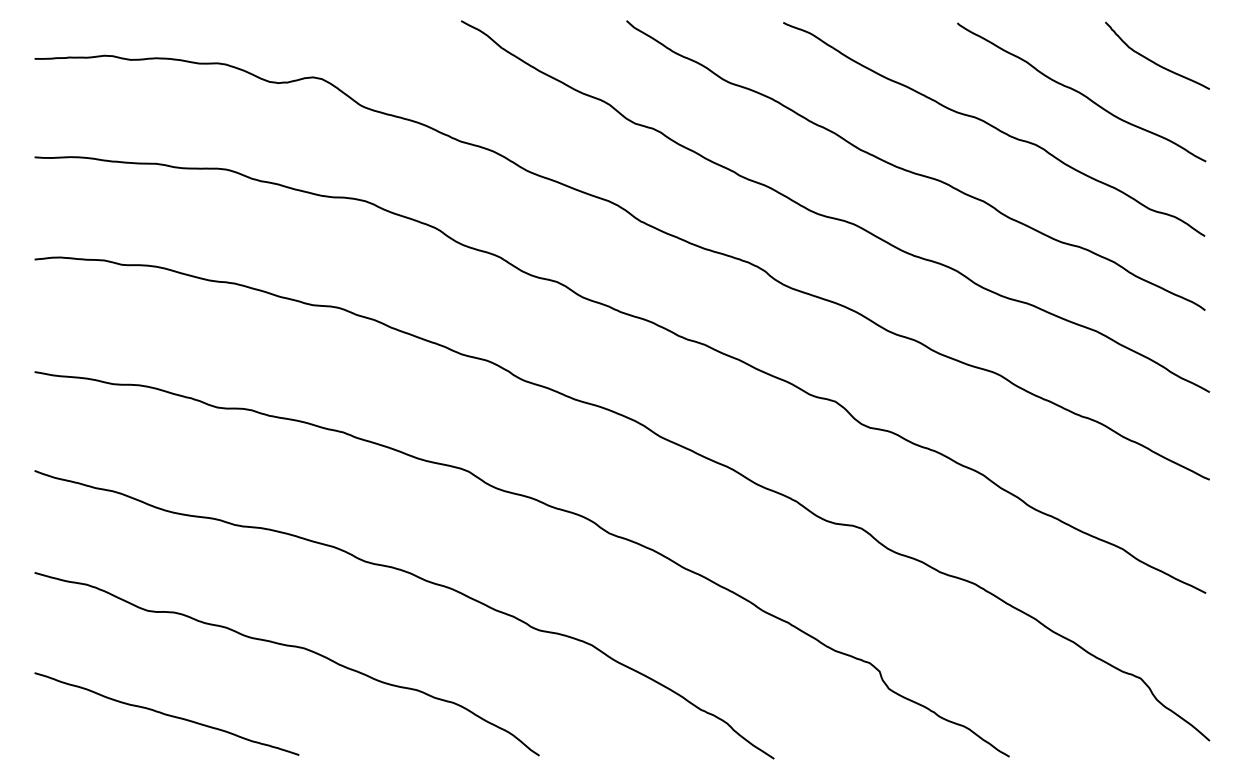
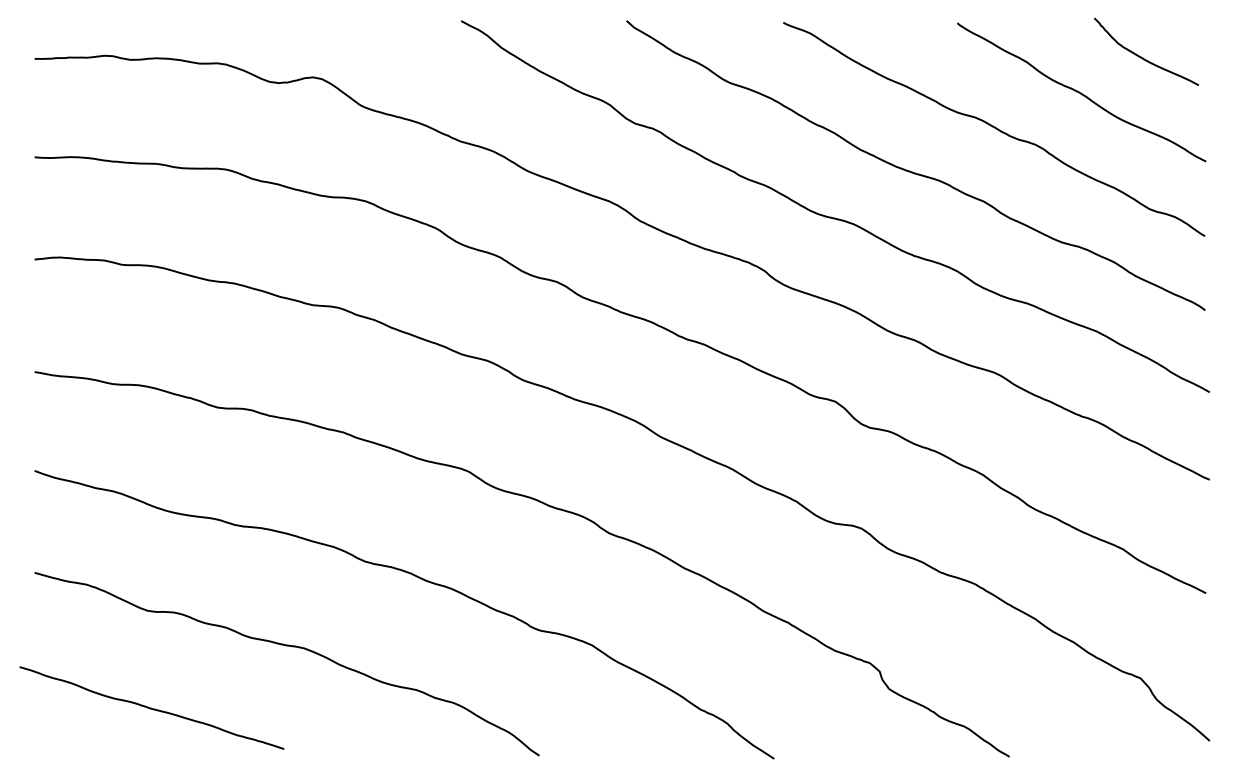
curve at (1154, 61) position: (1154, 61) -> (1143, 57)
curve at (166, 713) position: (166, 713) -> (151, 707)
